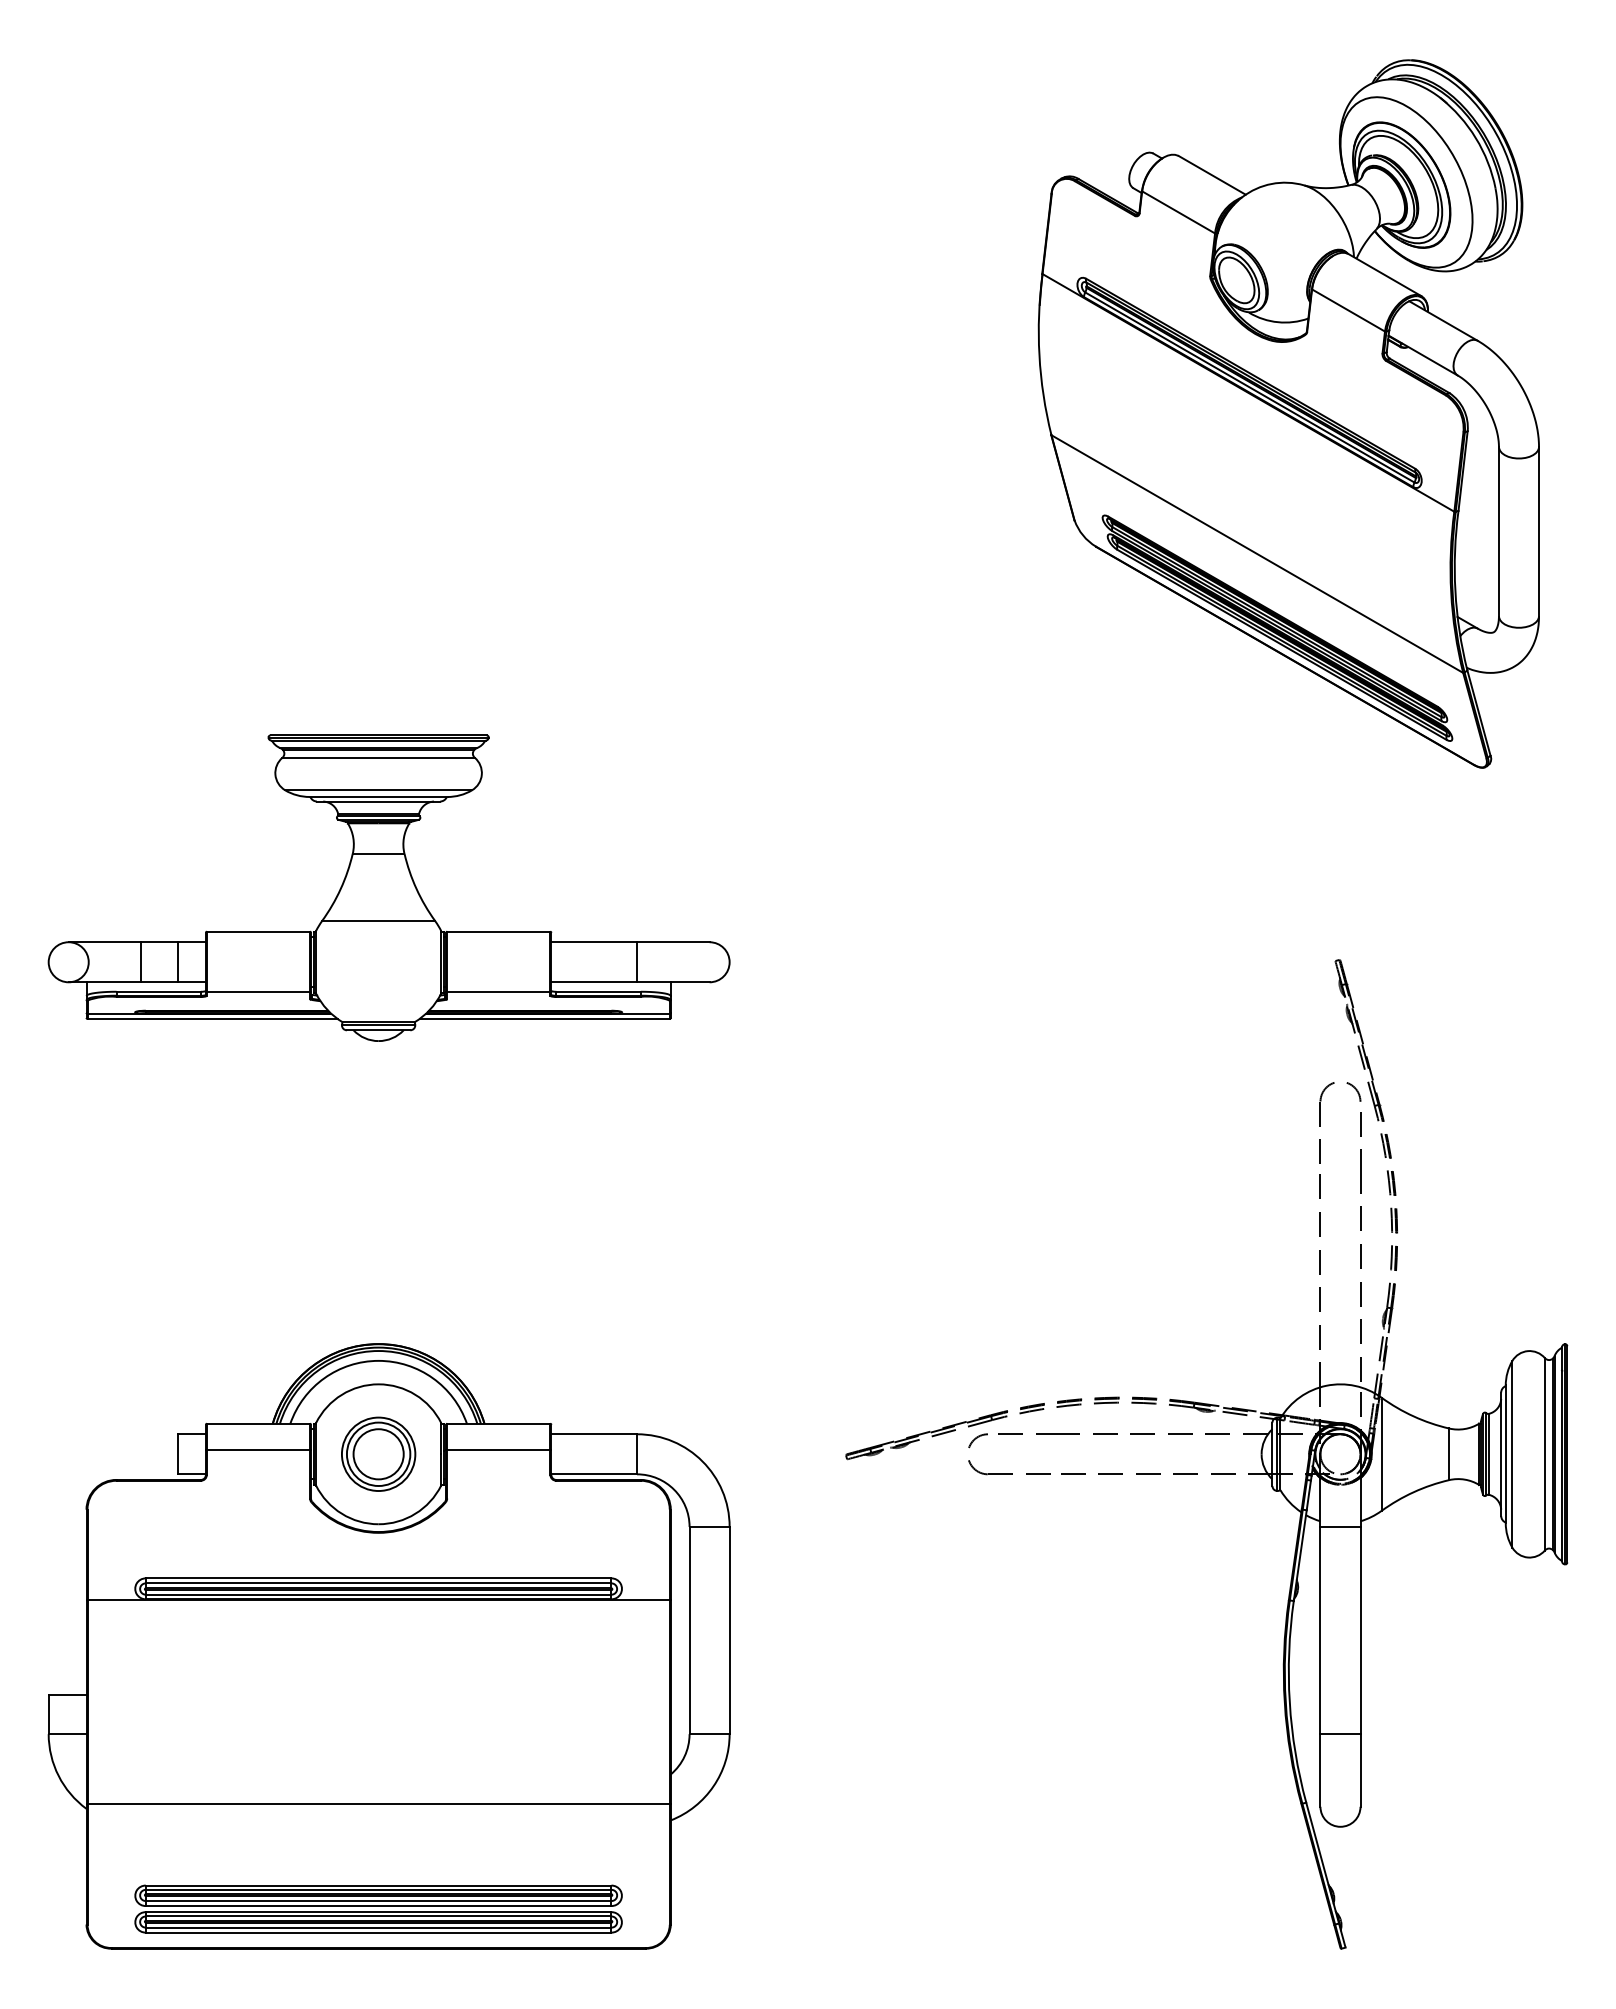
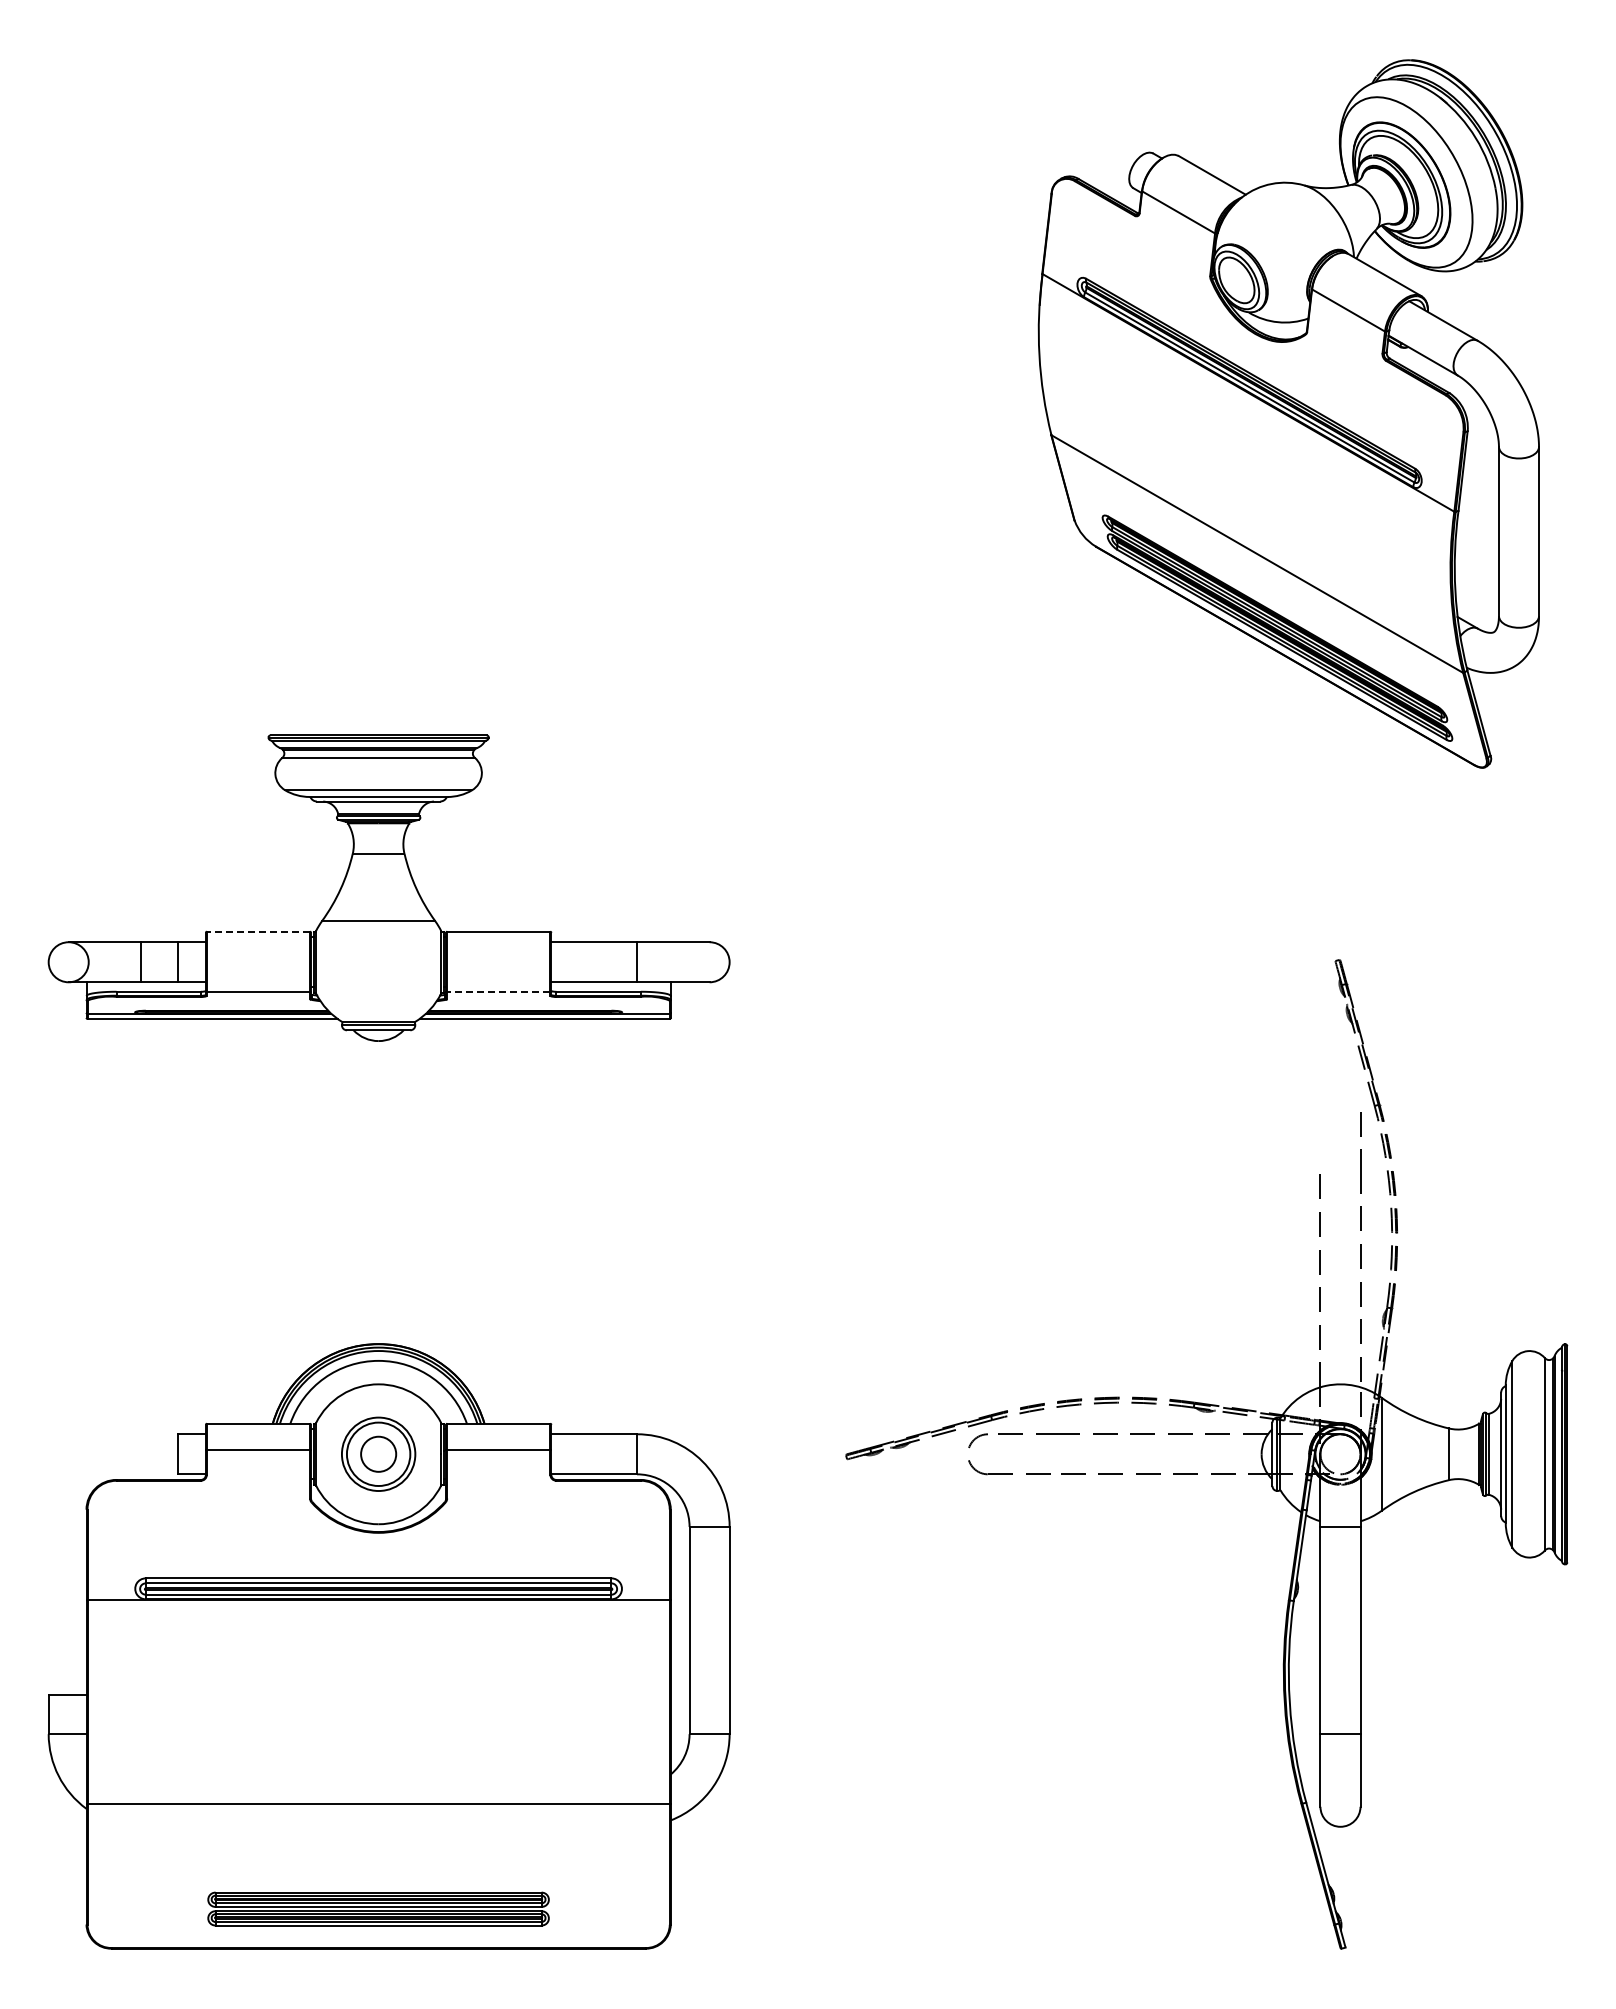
line at (258, 931): solid -> dashed
line at (498, 992): solid -> dashed
part at (1320, 1122): present -> none
circle at (378, 1454) diameter: 50 px -> 35 px
part at (378, 1908) size: 489x50 px -> 343x36 px
